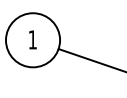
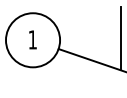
line at (120, 37): none -> present
